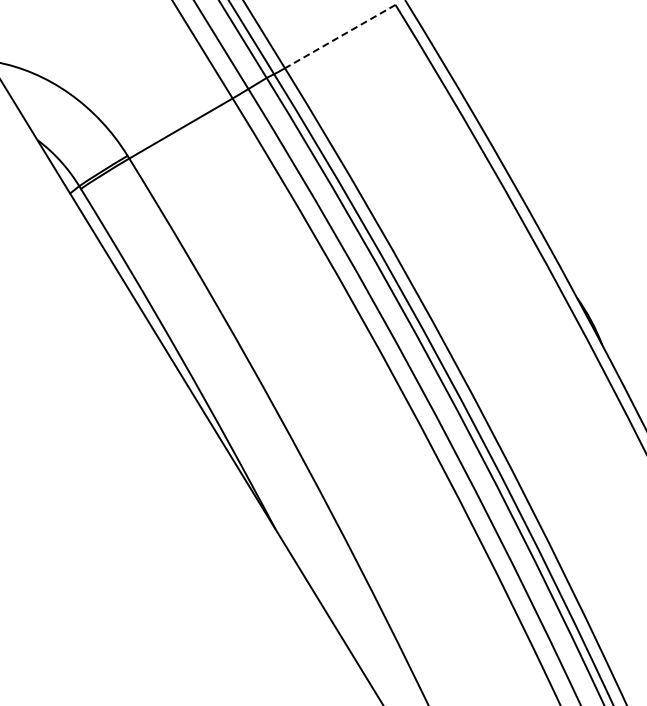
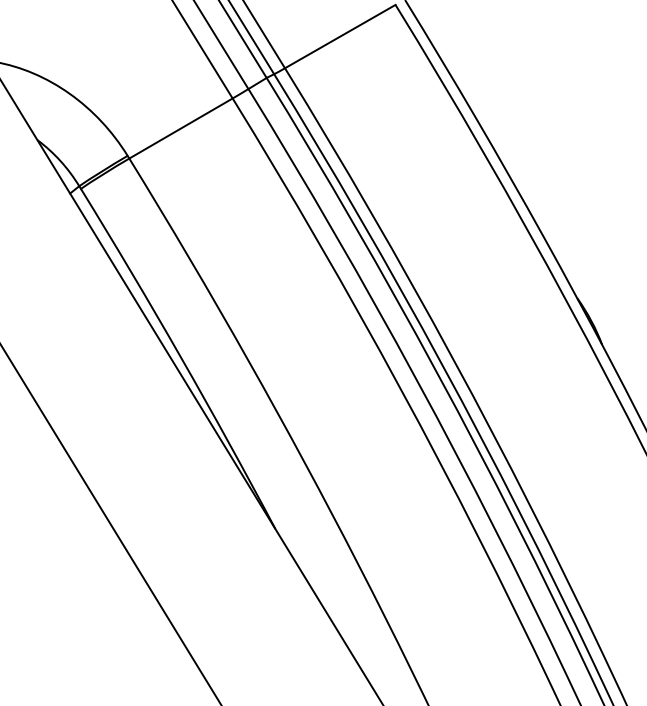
line at (340, 36): dashed -> solid
line at (111, 524): none -> present
